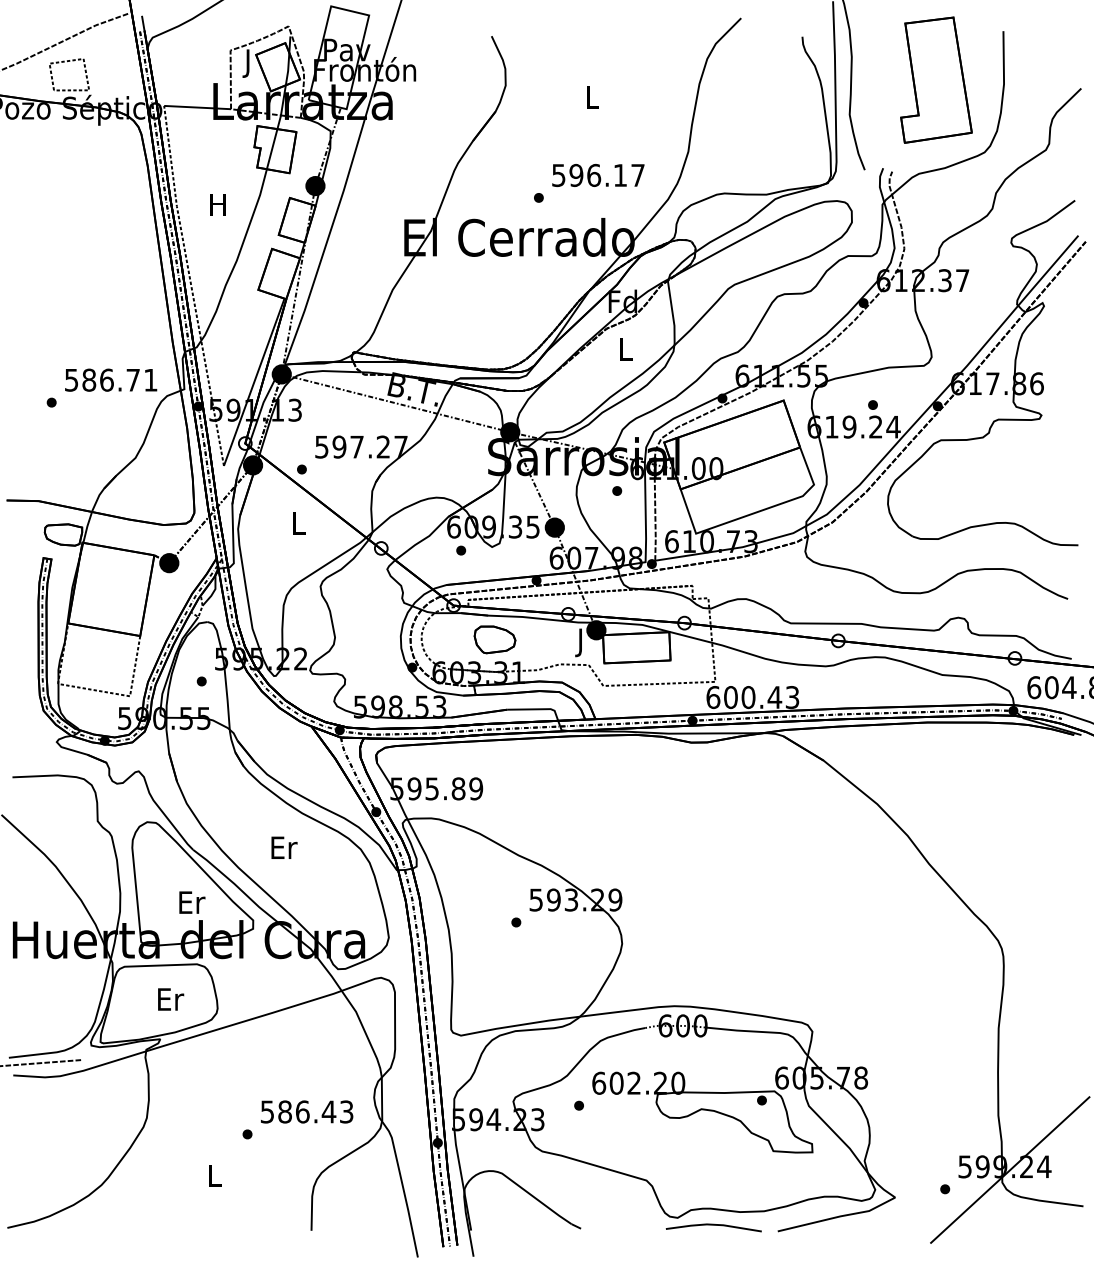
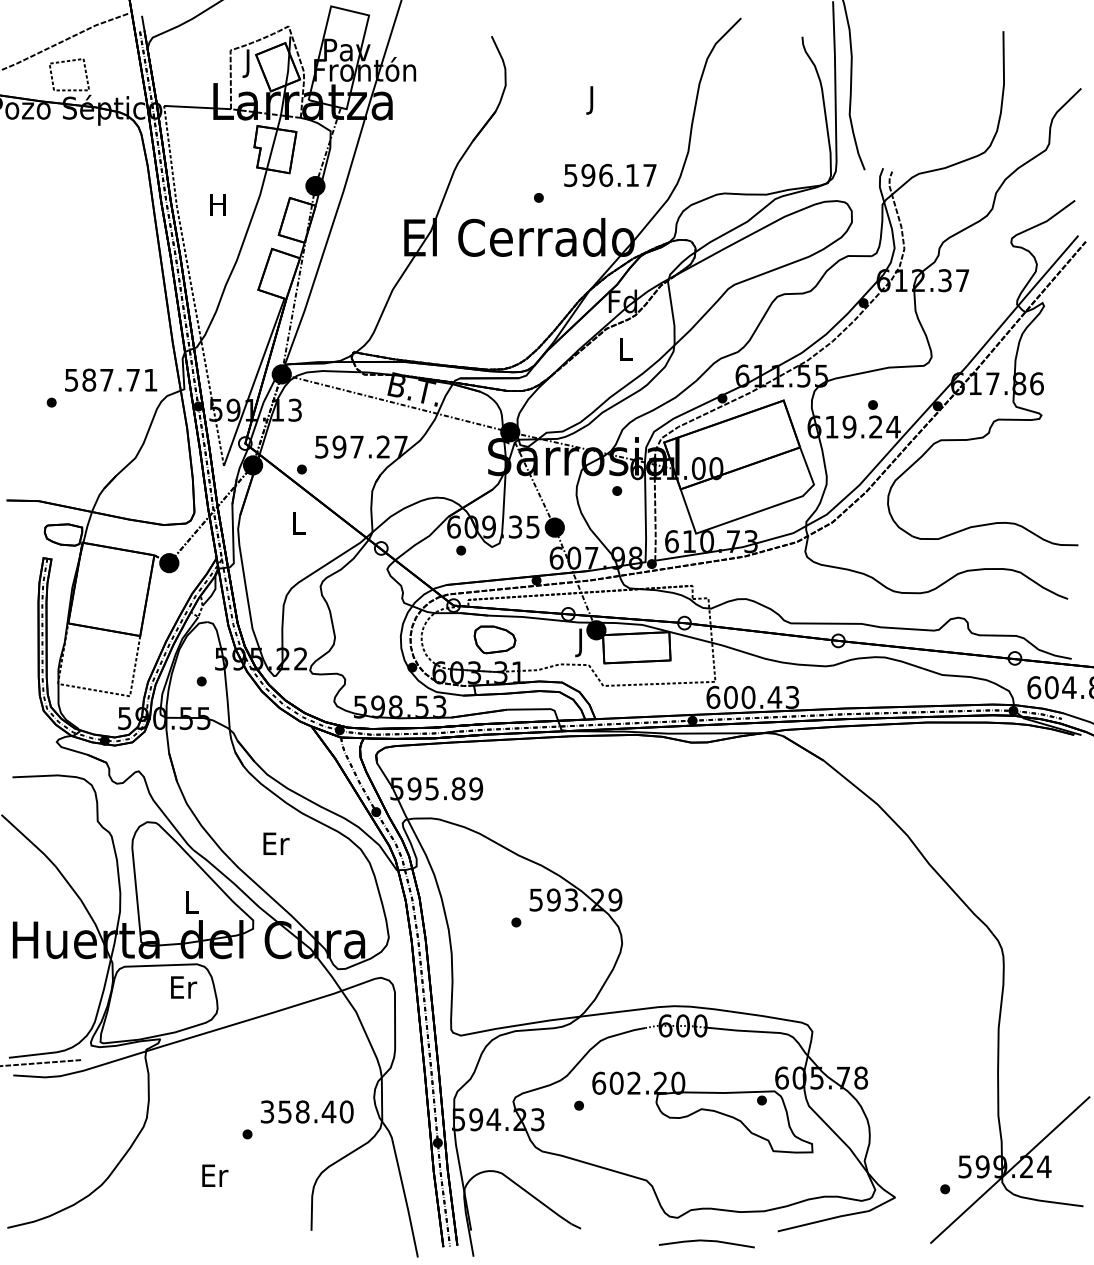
part at (936, 79): present -> none
text at (592, 100): L -> J
text at (598, 175) position: (598, 175) -> (610, 175)
text at (106, 379): 586.71 -> 587.71
text at (284, 847) position: (284, 847) -> (276, 843)
text at (192, 902): Er -> L
text at (171, 999) position: (171, 999) -> (184, 987)
text at (307, 1111): 586.43 -> 358.40
text at (215, 1175): L -> Er
line at (713, 1225) position: (713, 1225) -> (706, 1241)
